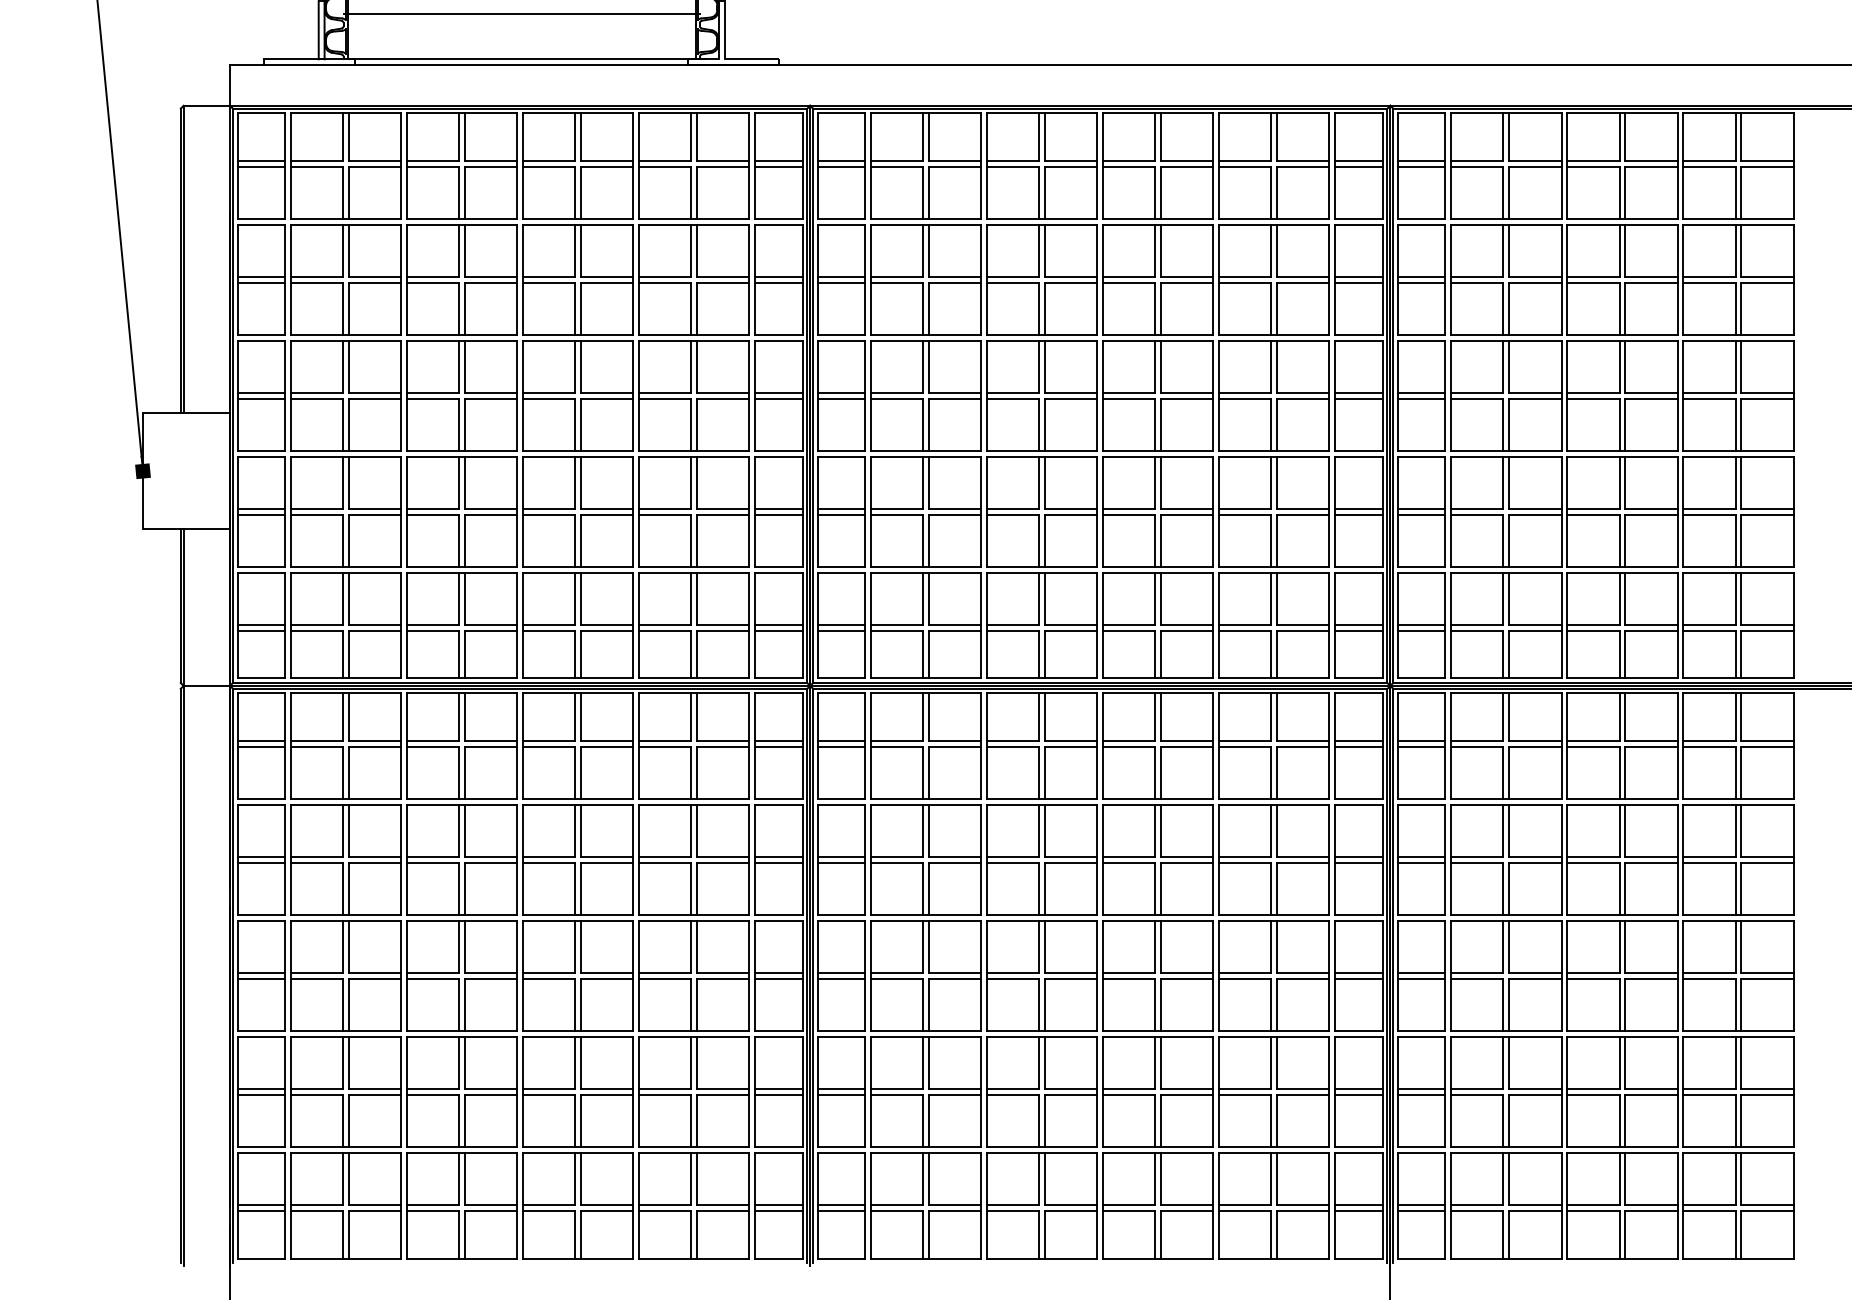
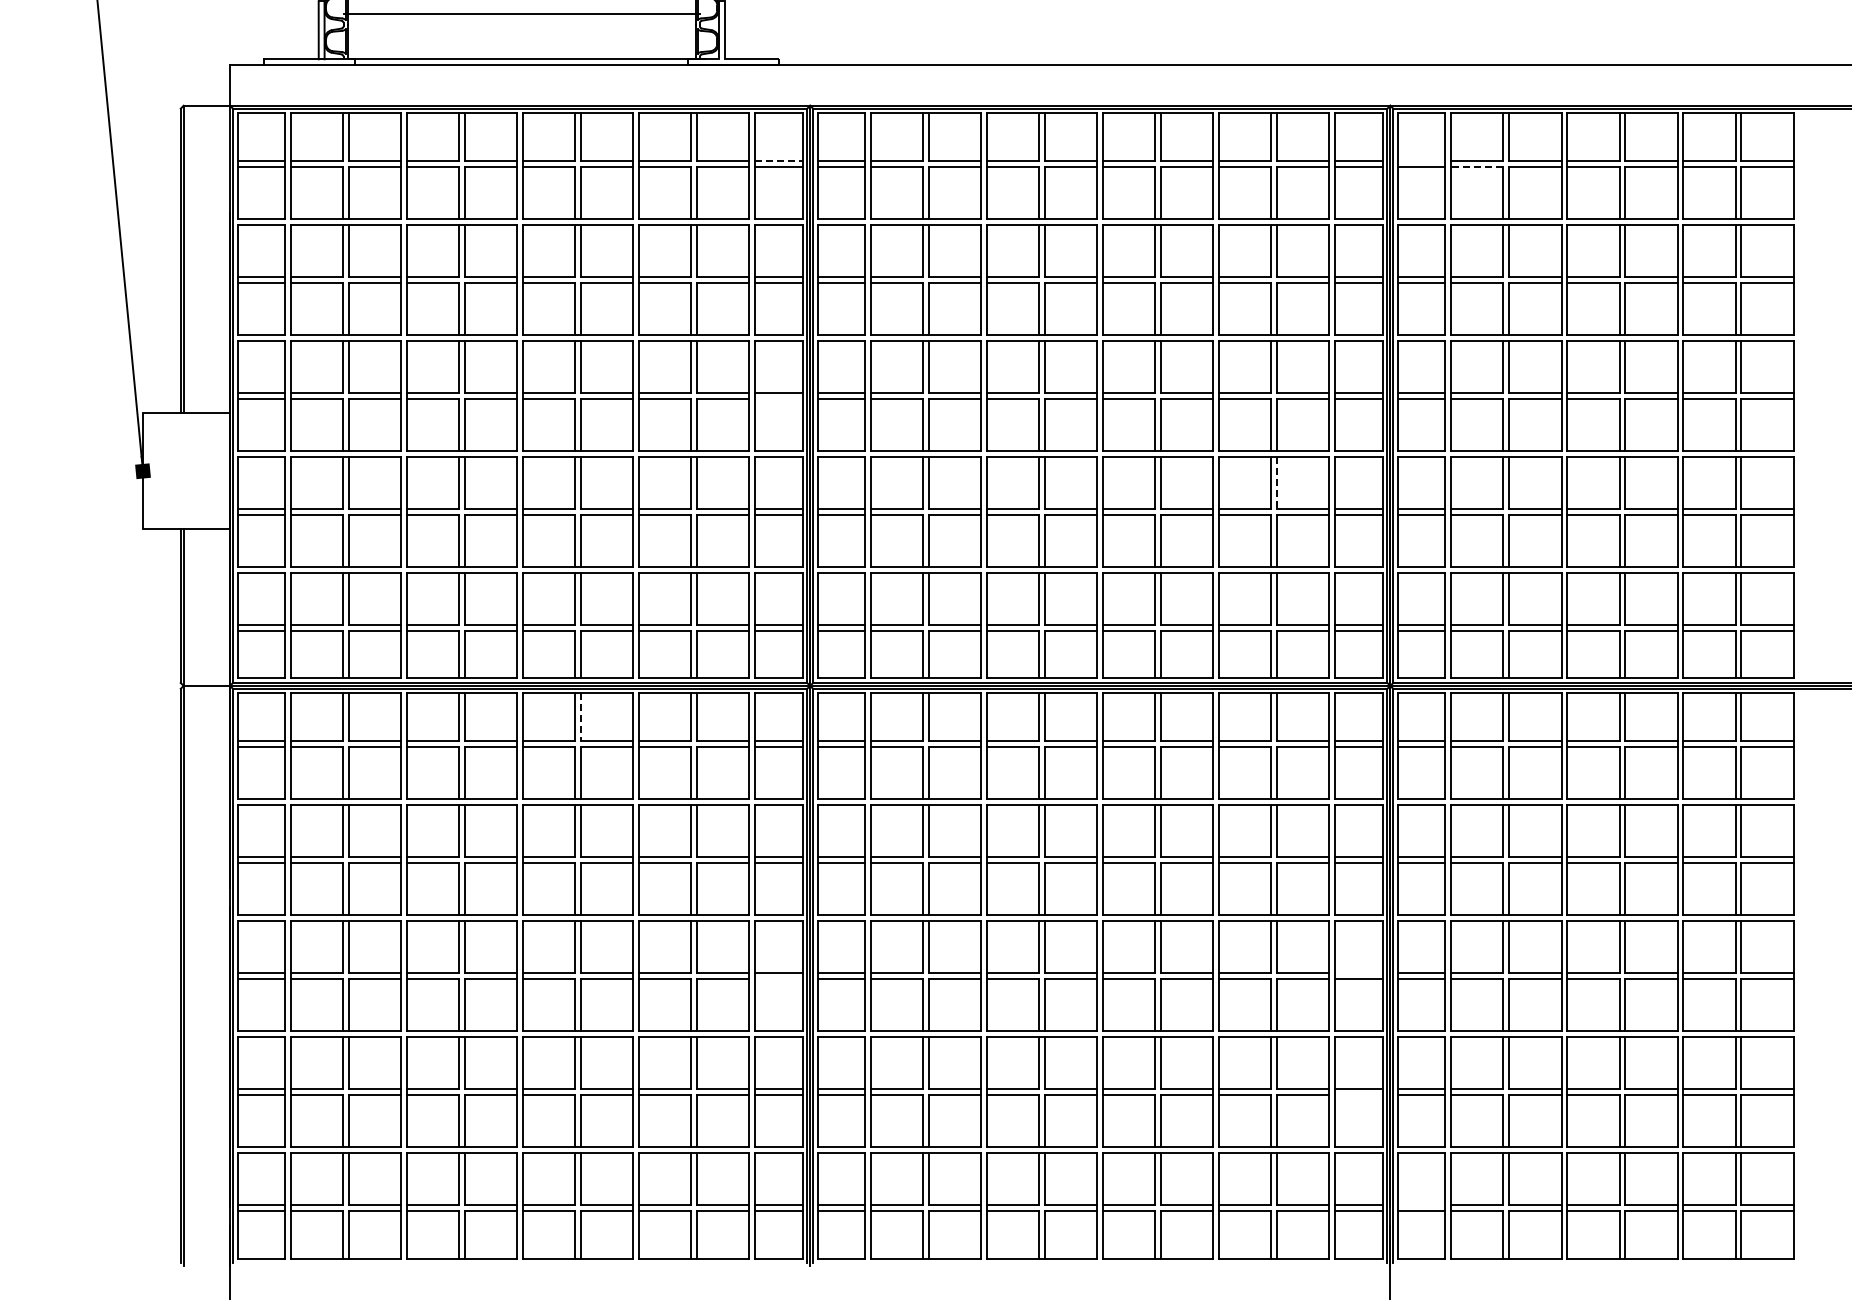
line at (778, 160): solid -> dashed
line at (1421, 160): present -> none
line at (1476, 166): solid -> dashed
line at (778, 398): present -> none
line at (1277, 483): solid -> dashed
line at (581, 717): solid -> dashed
line at (1358, 973): present -> none
line at (778, 978): present -> none
line at (1358, 1094): present -> none
line at (1421, 1205): present -> none
